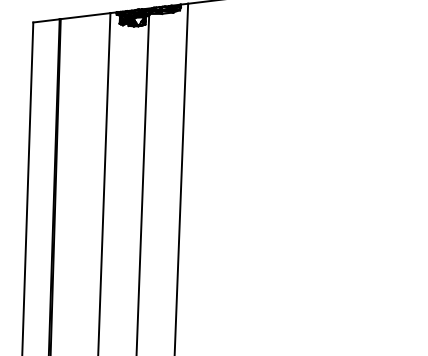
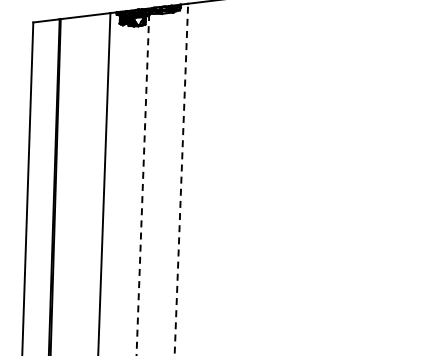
line at (181, 179): solid -> dashed
line at (142, 184): solid -> dashed
